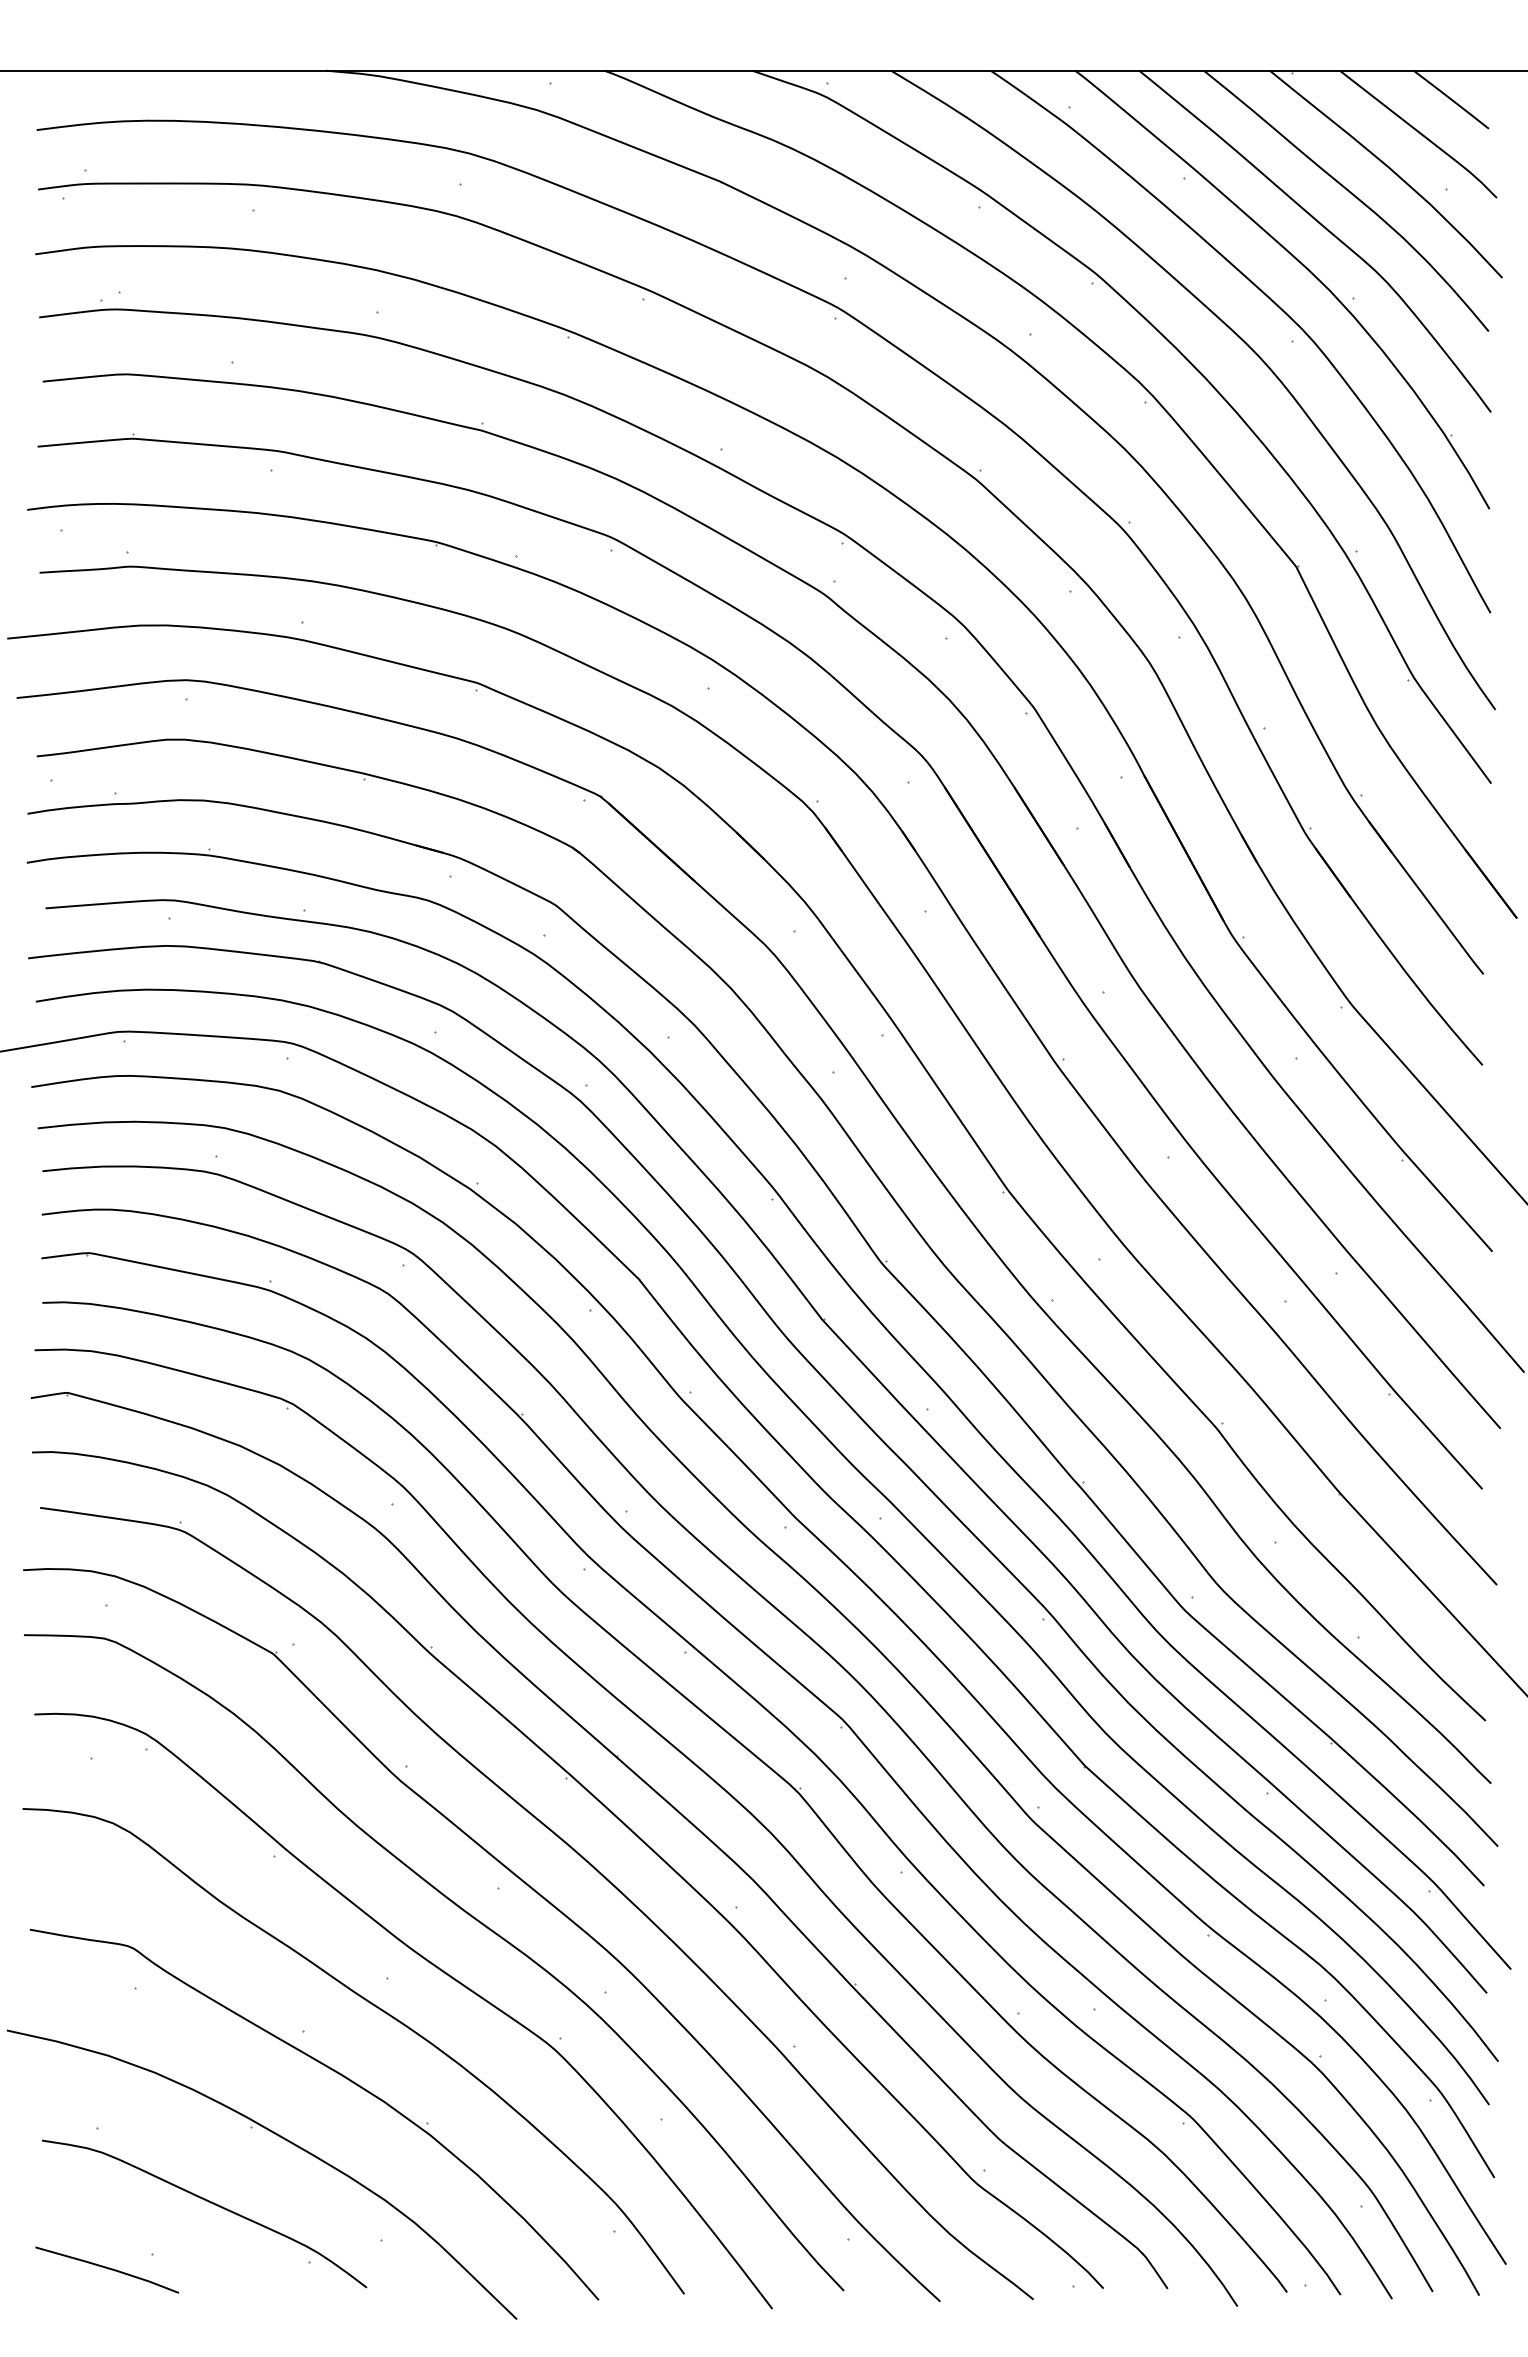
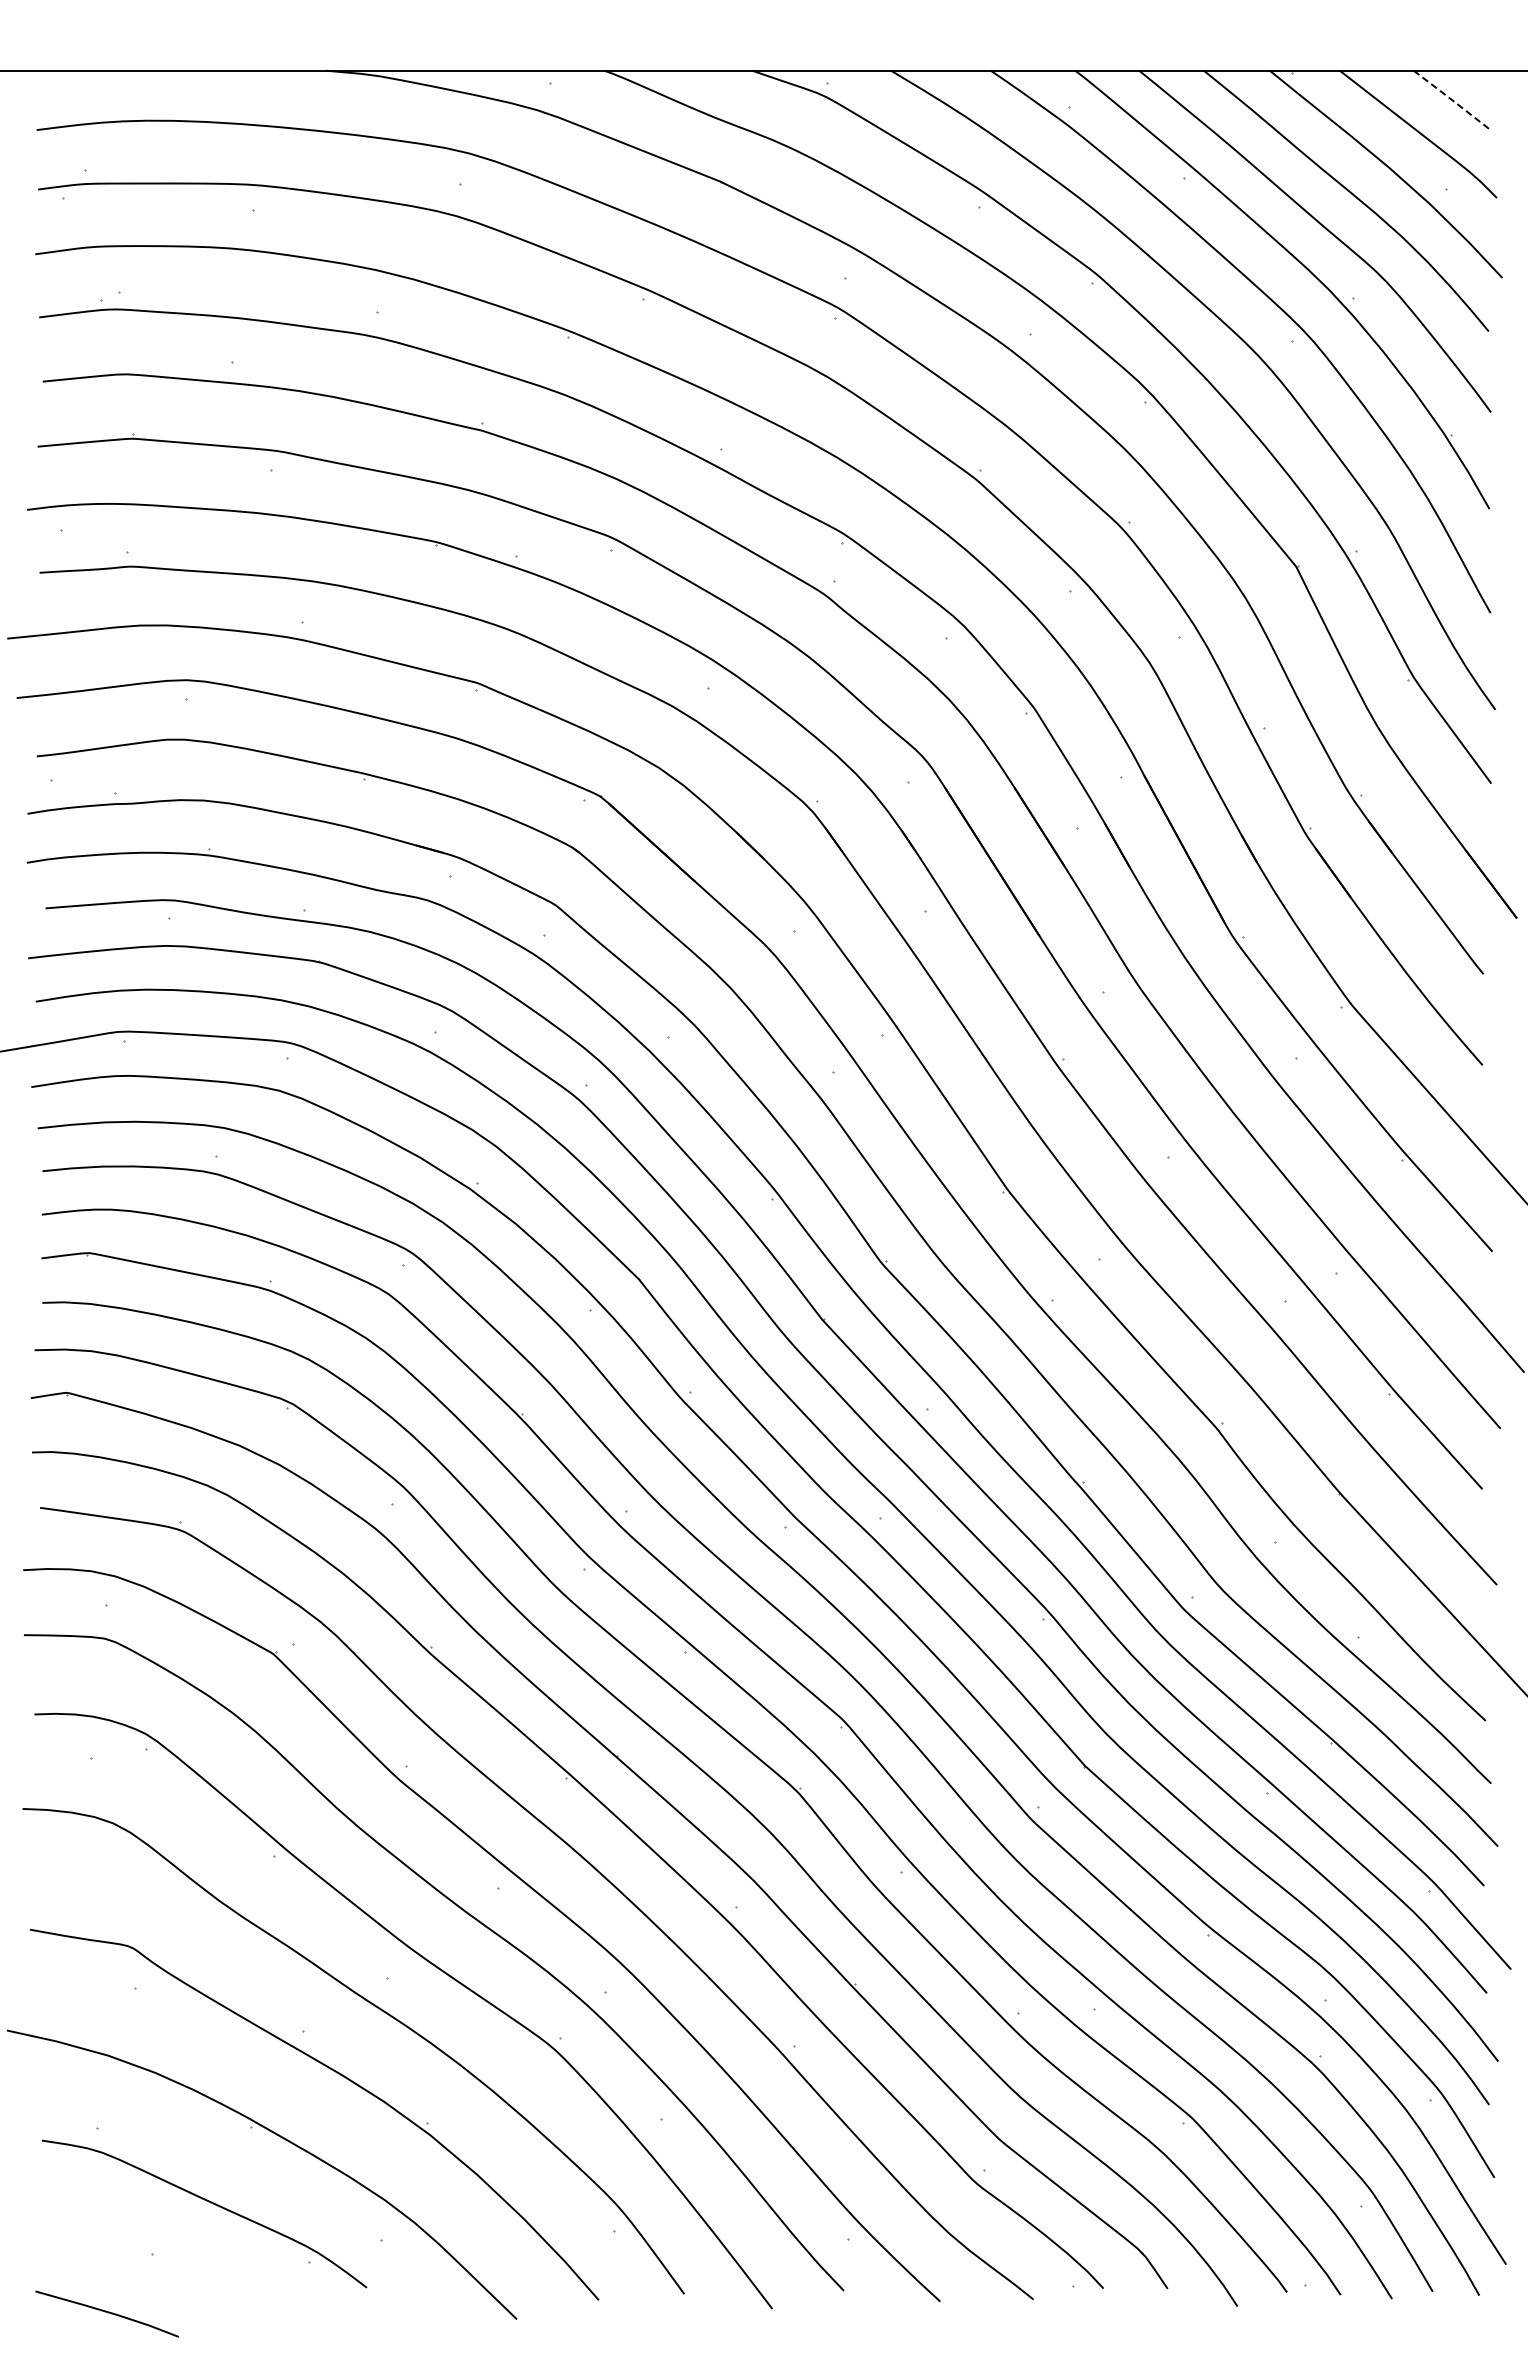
line at (1451, 99): solid -> dashed
line at (107, 2268) position: (107, 2268) -> (107, 2312)
